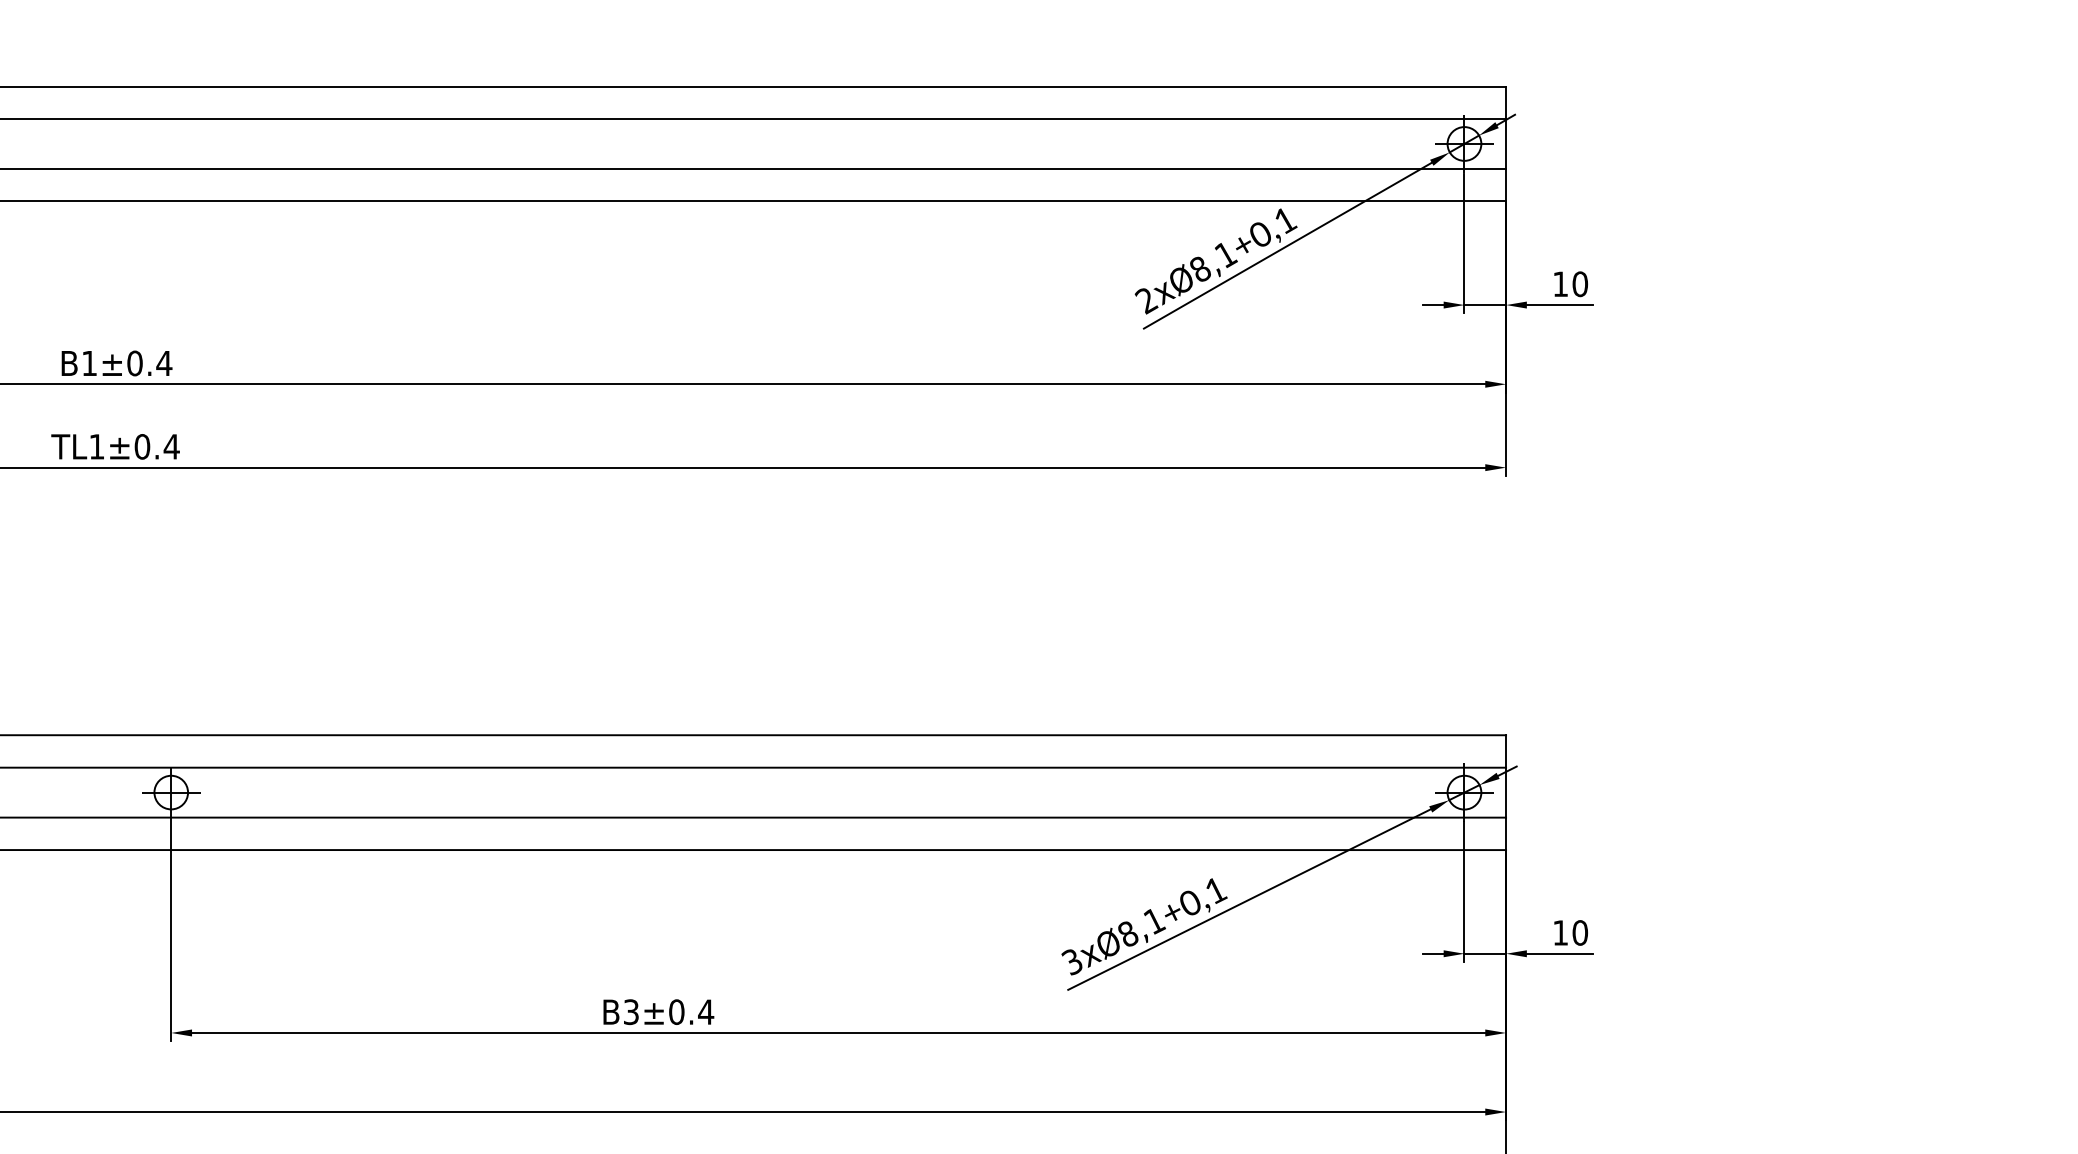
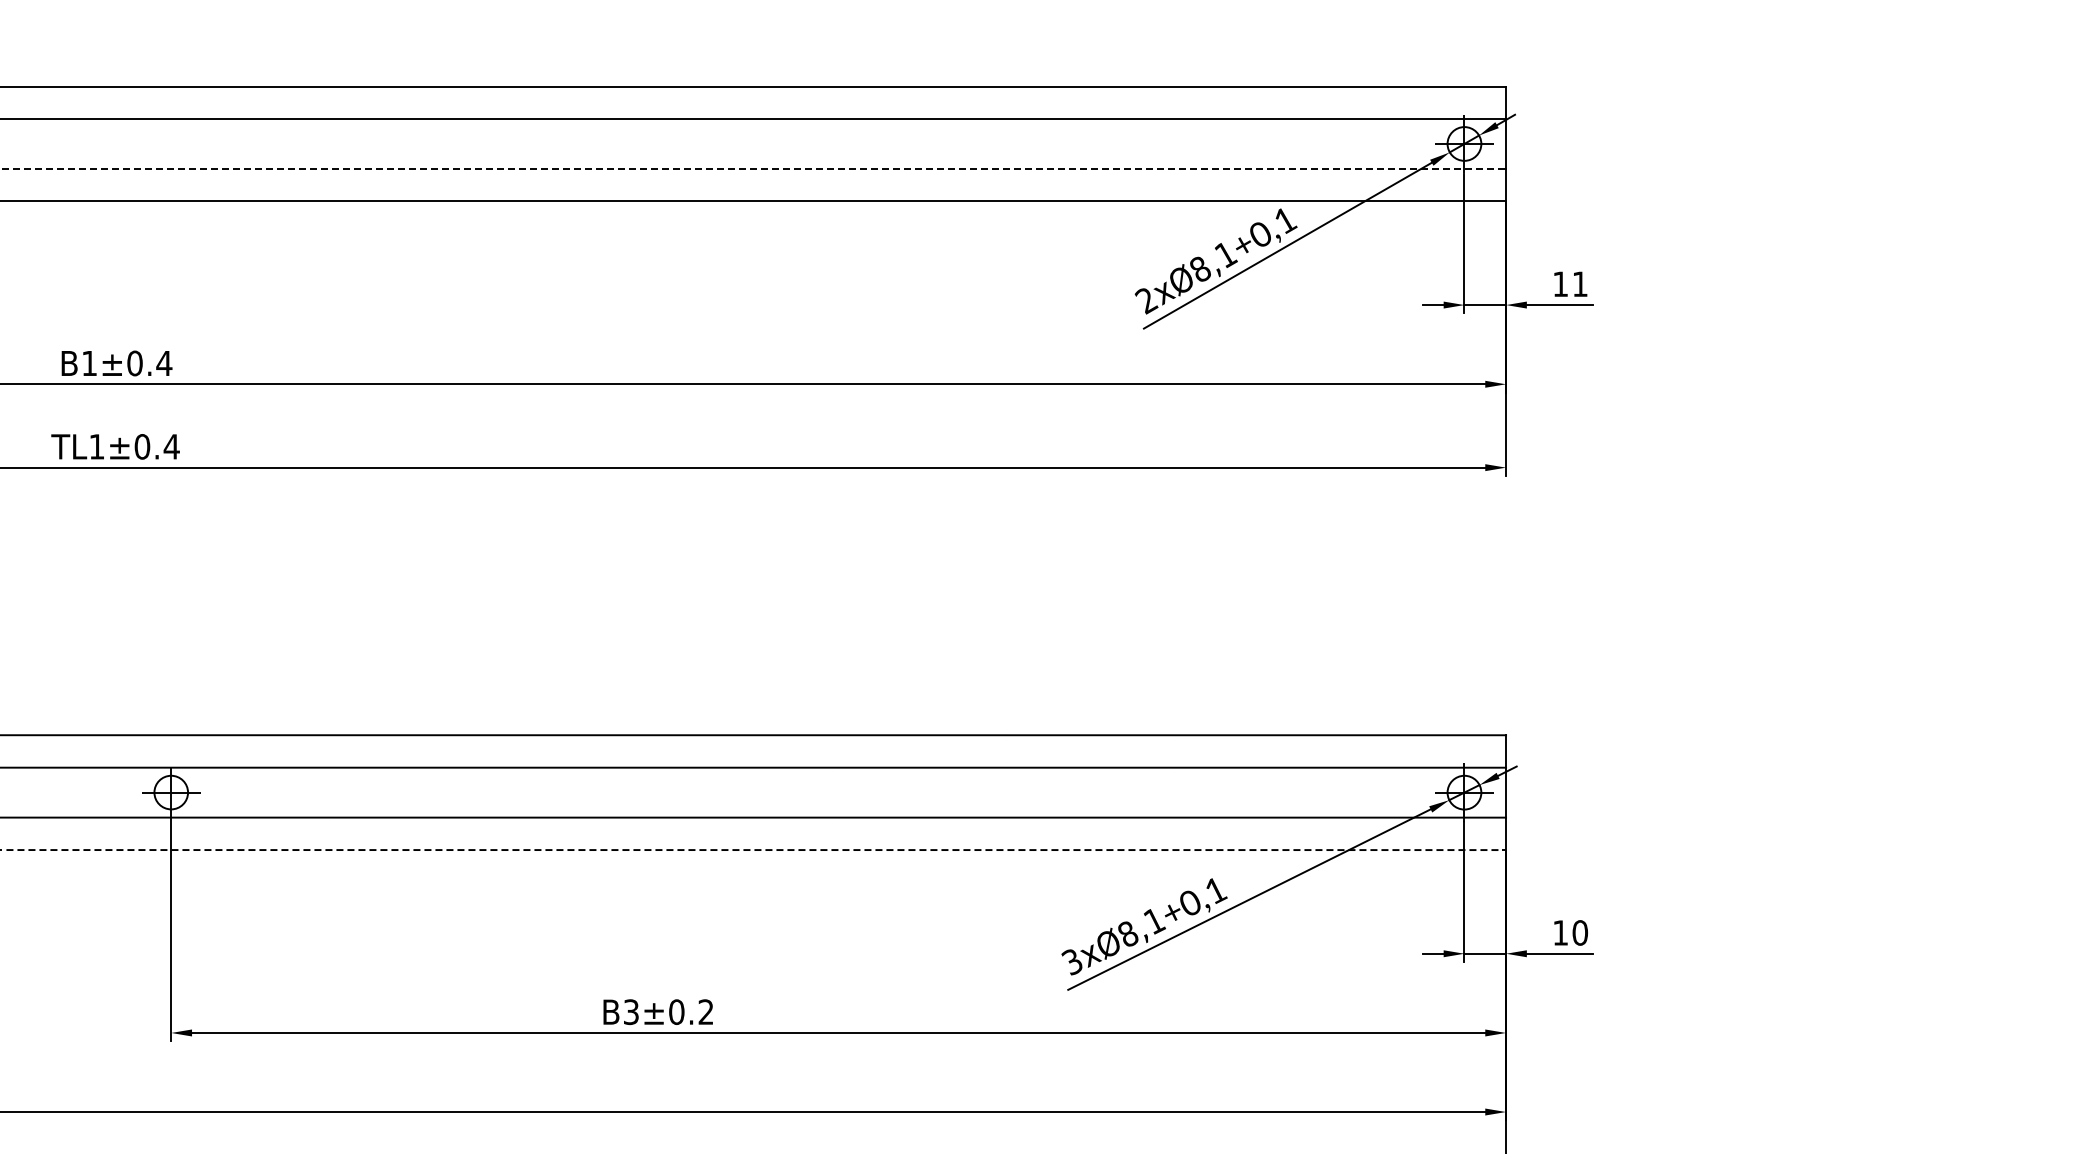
line at (753, 168): solid -> dashed
text at (1580, 284): 10 -> 11
line at (753, 850): solid -> dashed
text at (706, 1011): B3±0.4 -> B3±0.2
